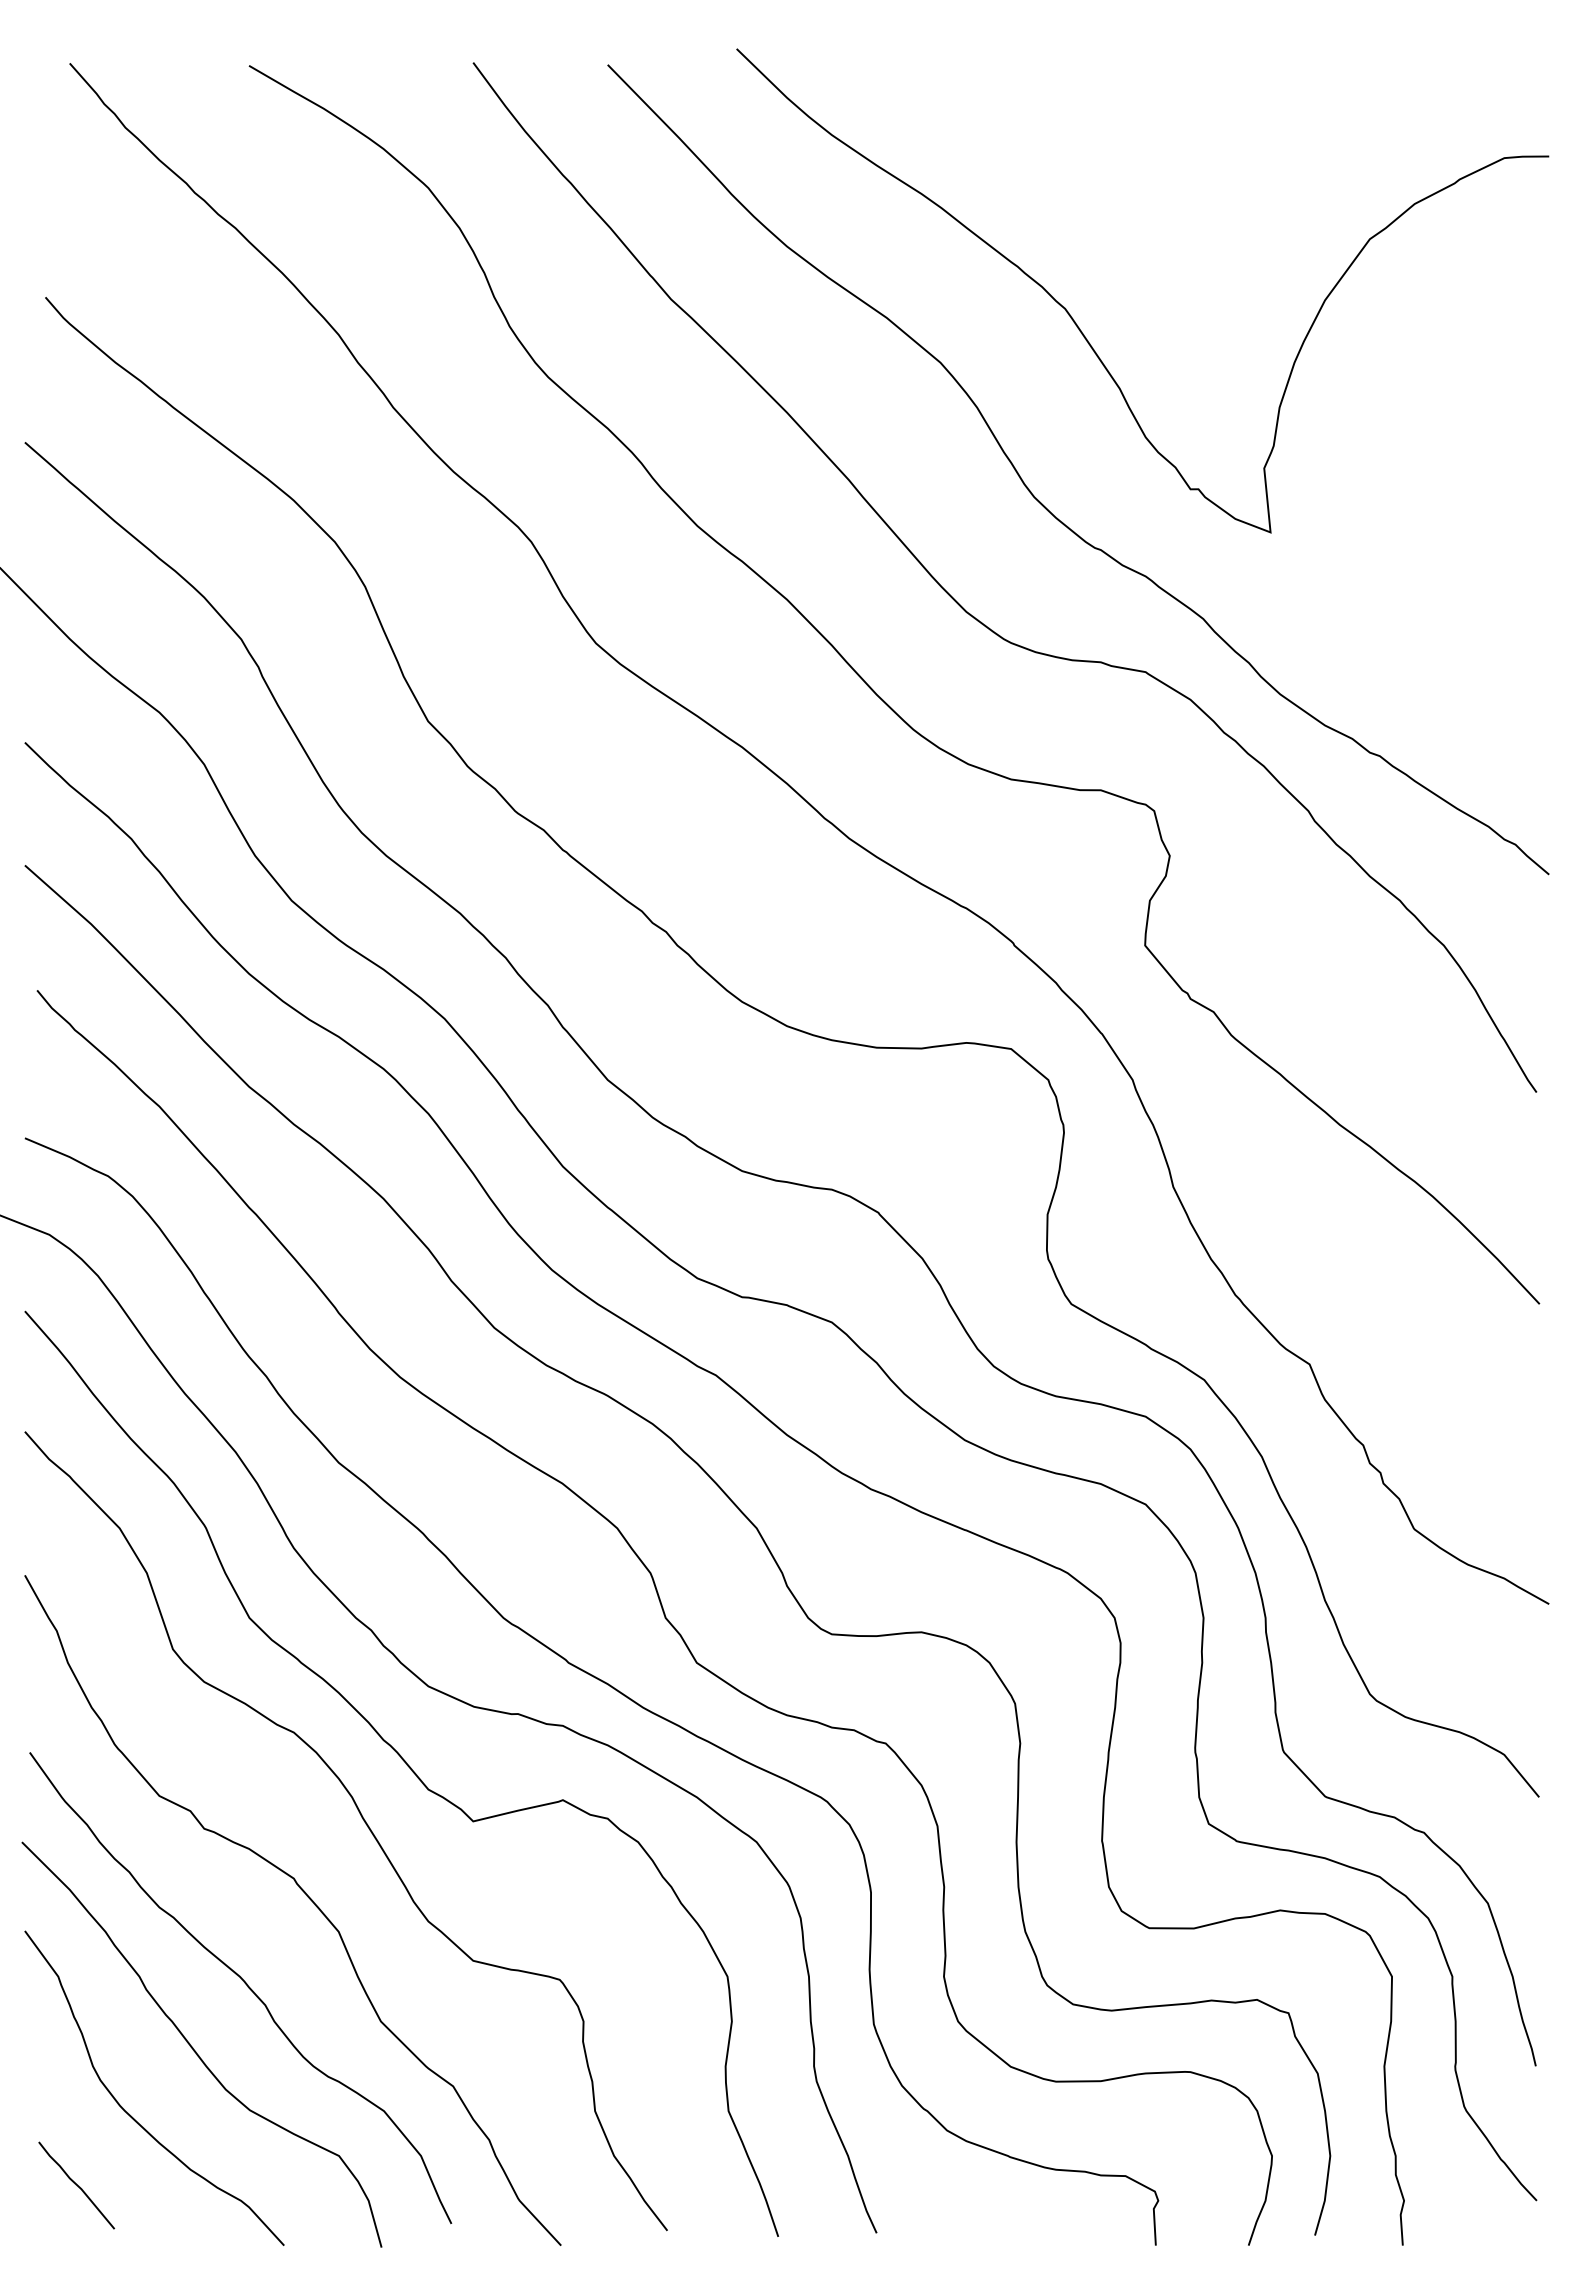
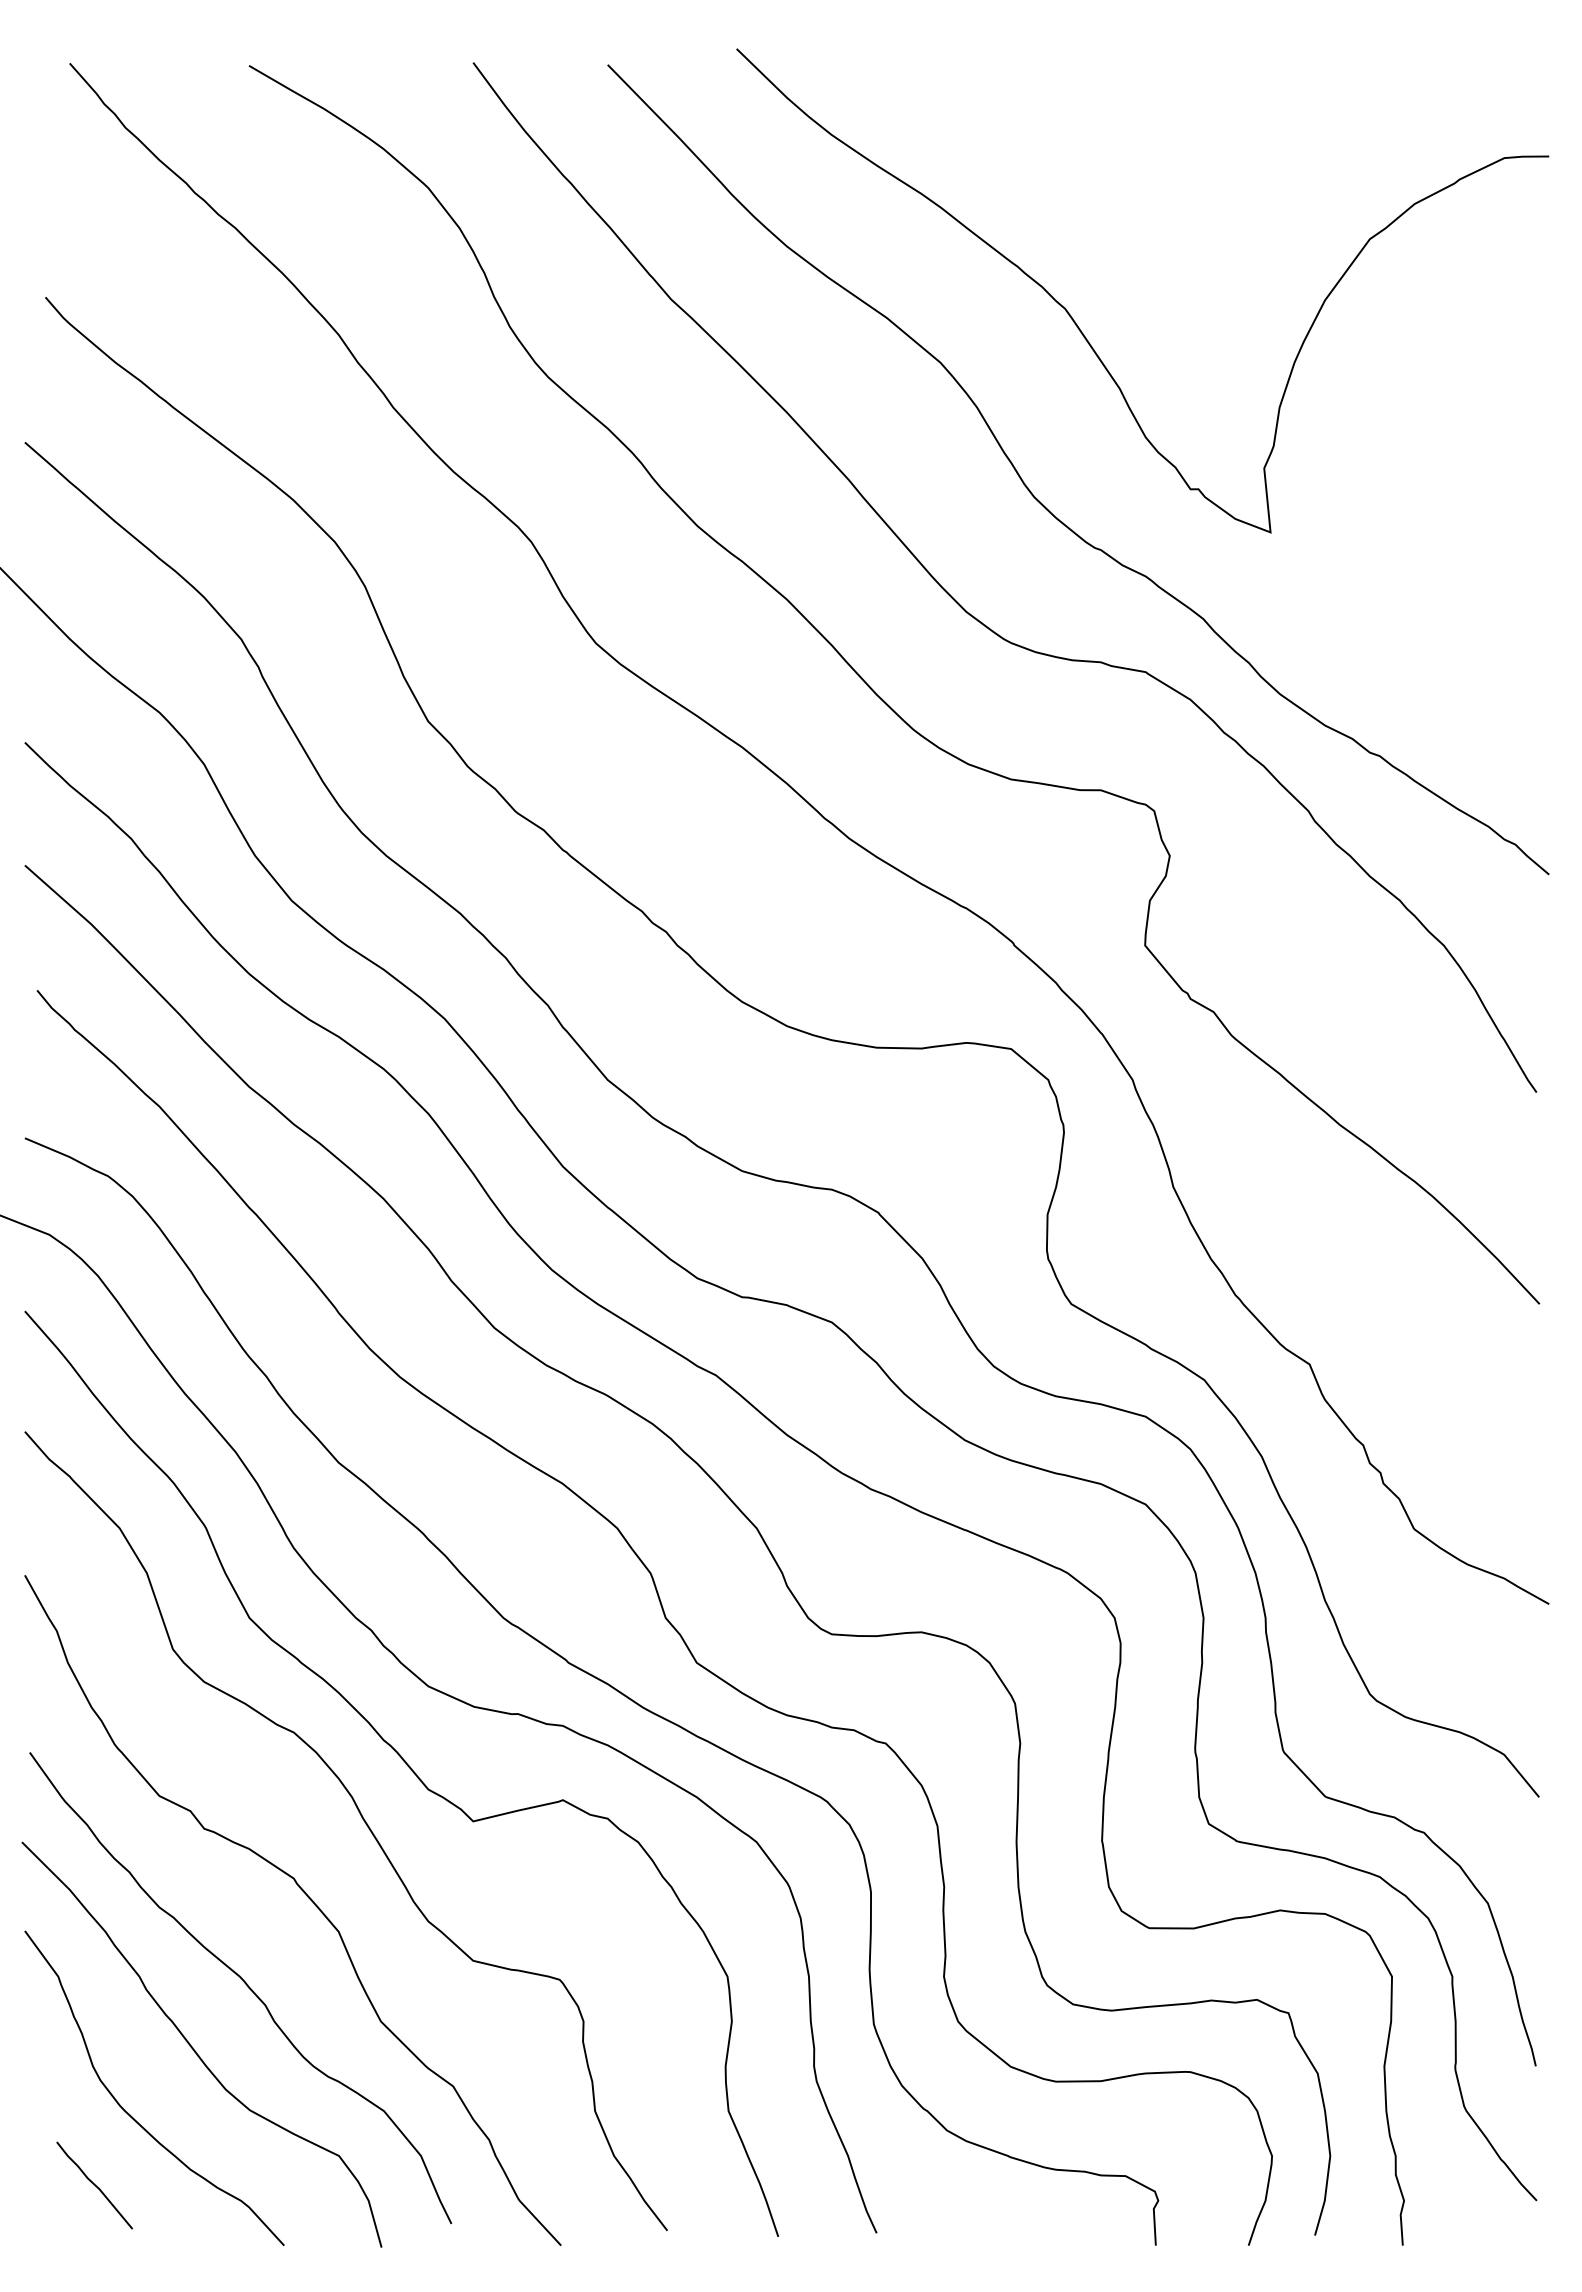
curve at (76, 2185) position: (76, 2185) -> (94, 2185)
